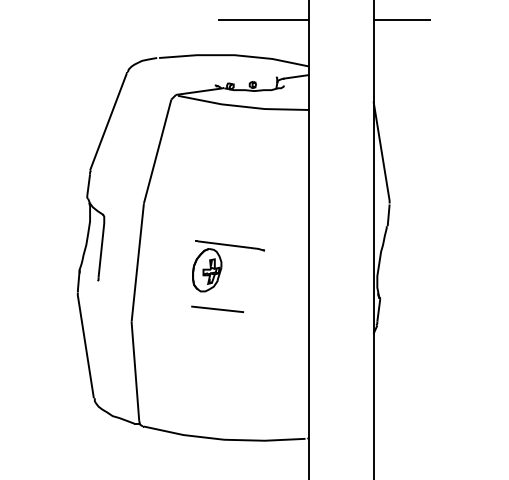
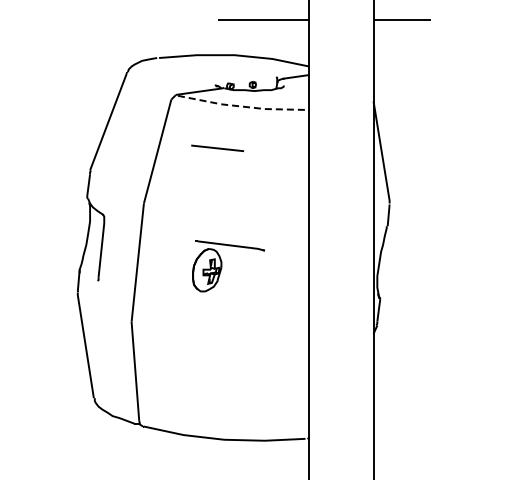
line at (243, 106): solid -> dashed
line at (217, 309) position: (217, 309) -> (217, 148)
